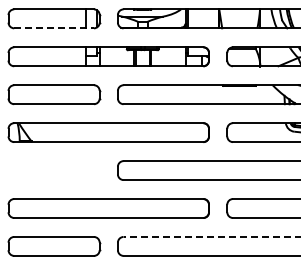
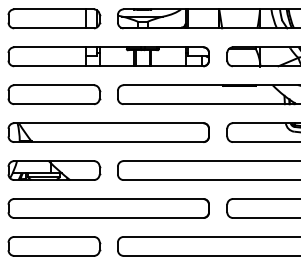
line at (54, 28): dashed -> solid
part at (54, 170): none -> present
line at (212, 236): dashed -> solid
